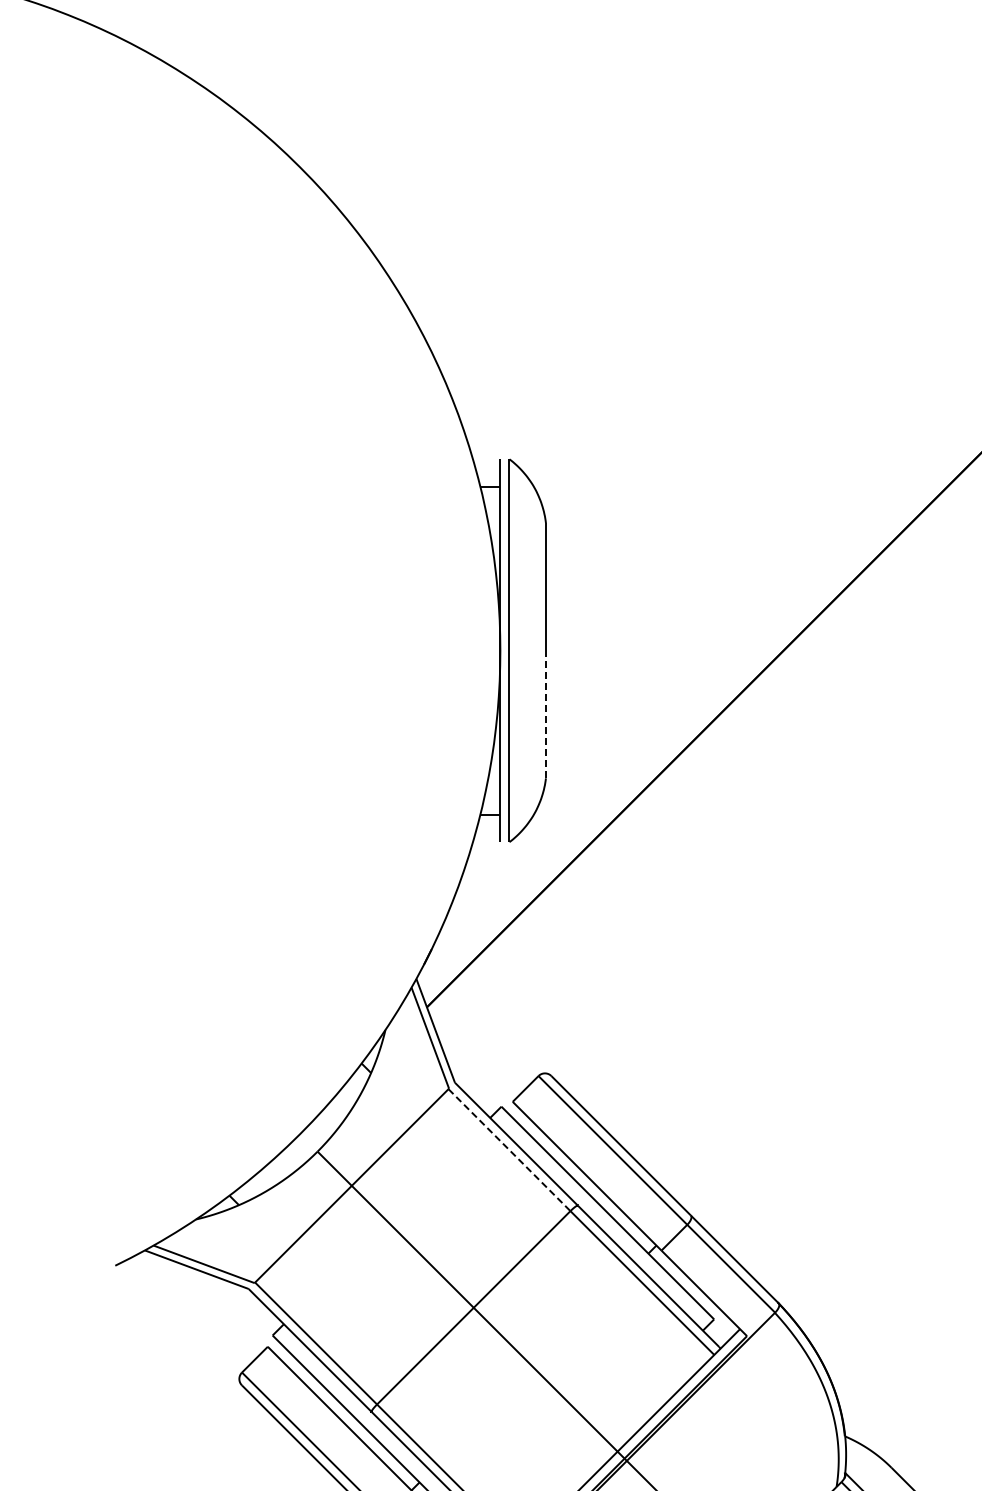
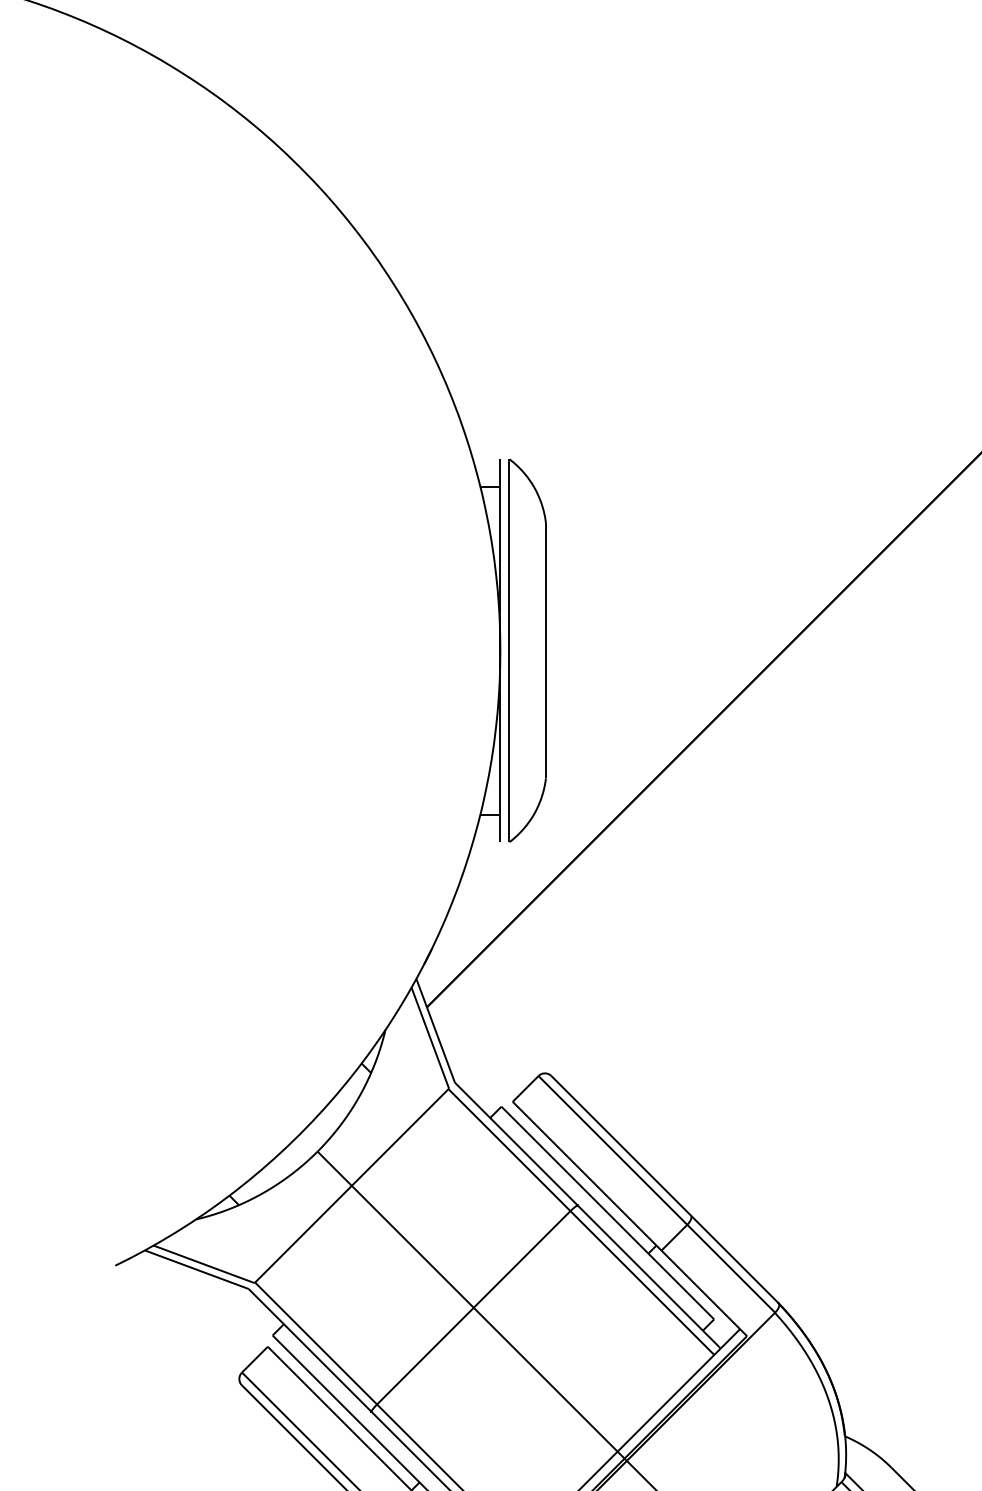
line at (545, 714): dashed -> solid
line at (509, 1150): dashed -> solid
